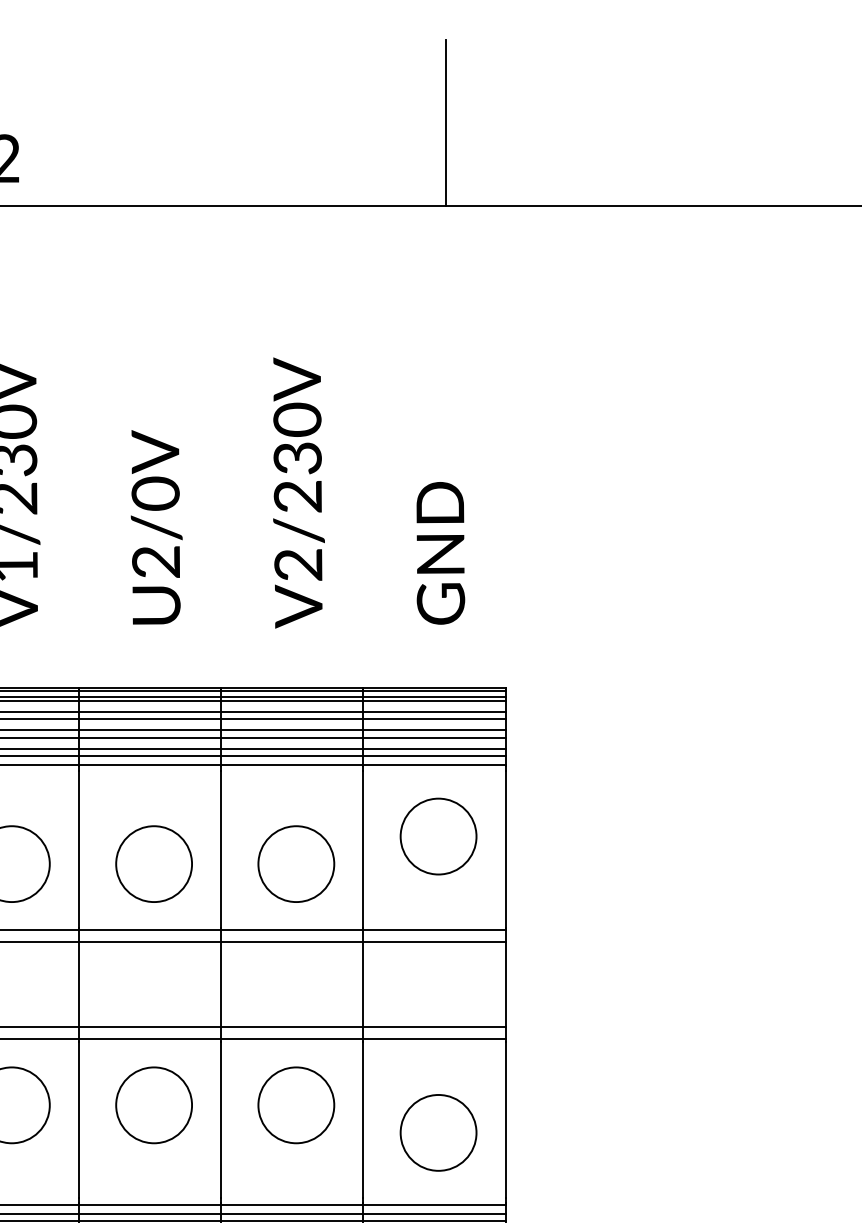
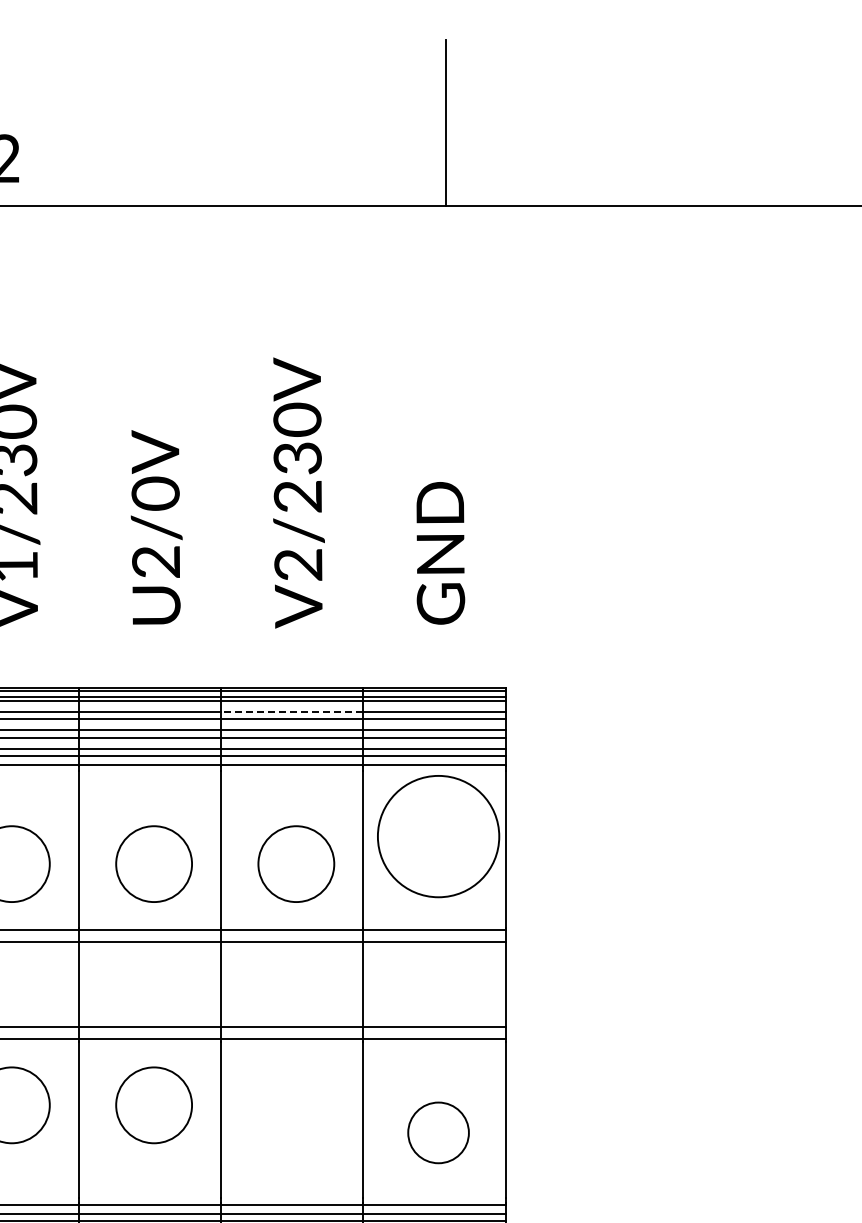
line at (291, 712): solid -> dashed
circle at (438, 836) diameter: 76 px -> 121 px
circle at (296, 1105): present -> none
circle at (438, 1132) diameter: 76 px -> 61 px
